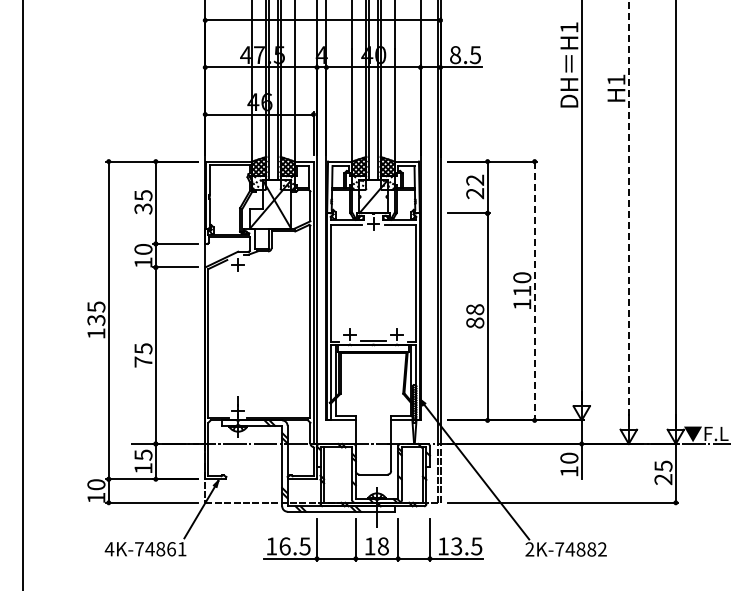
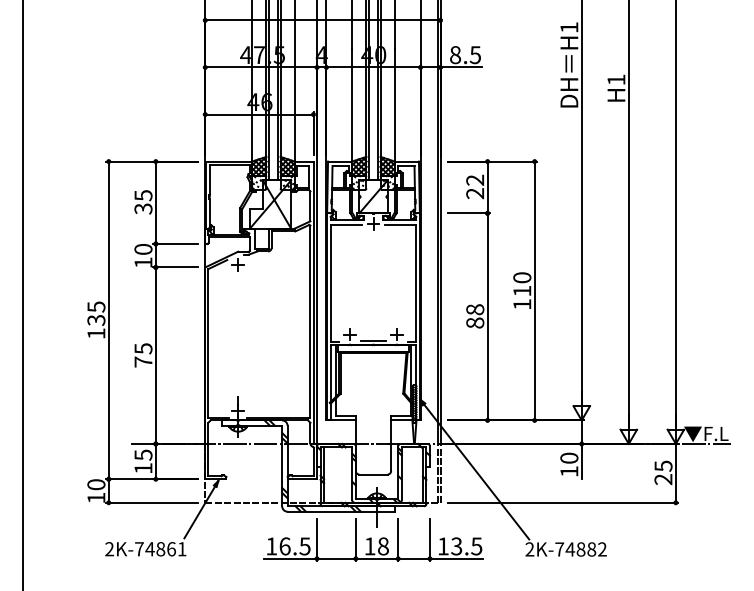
line at (628, 213): dashed -> solid
line at (534, 291): dashed -> solid
text at (109, 549): 4K-74861 -> 2K-74861
